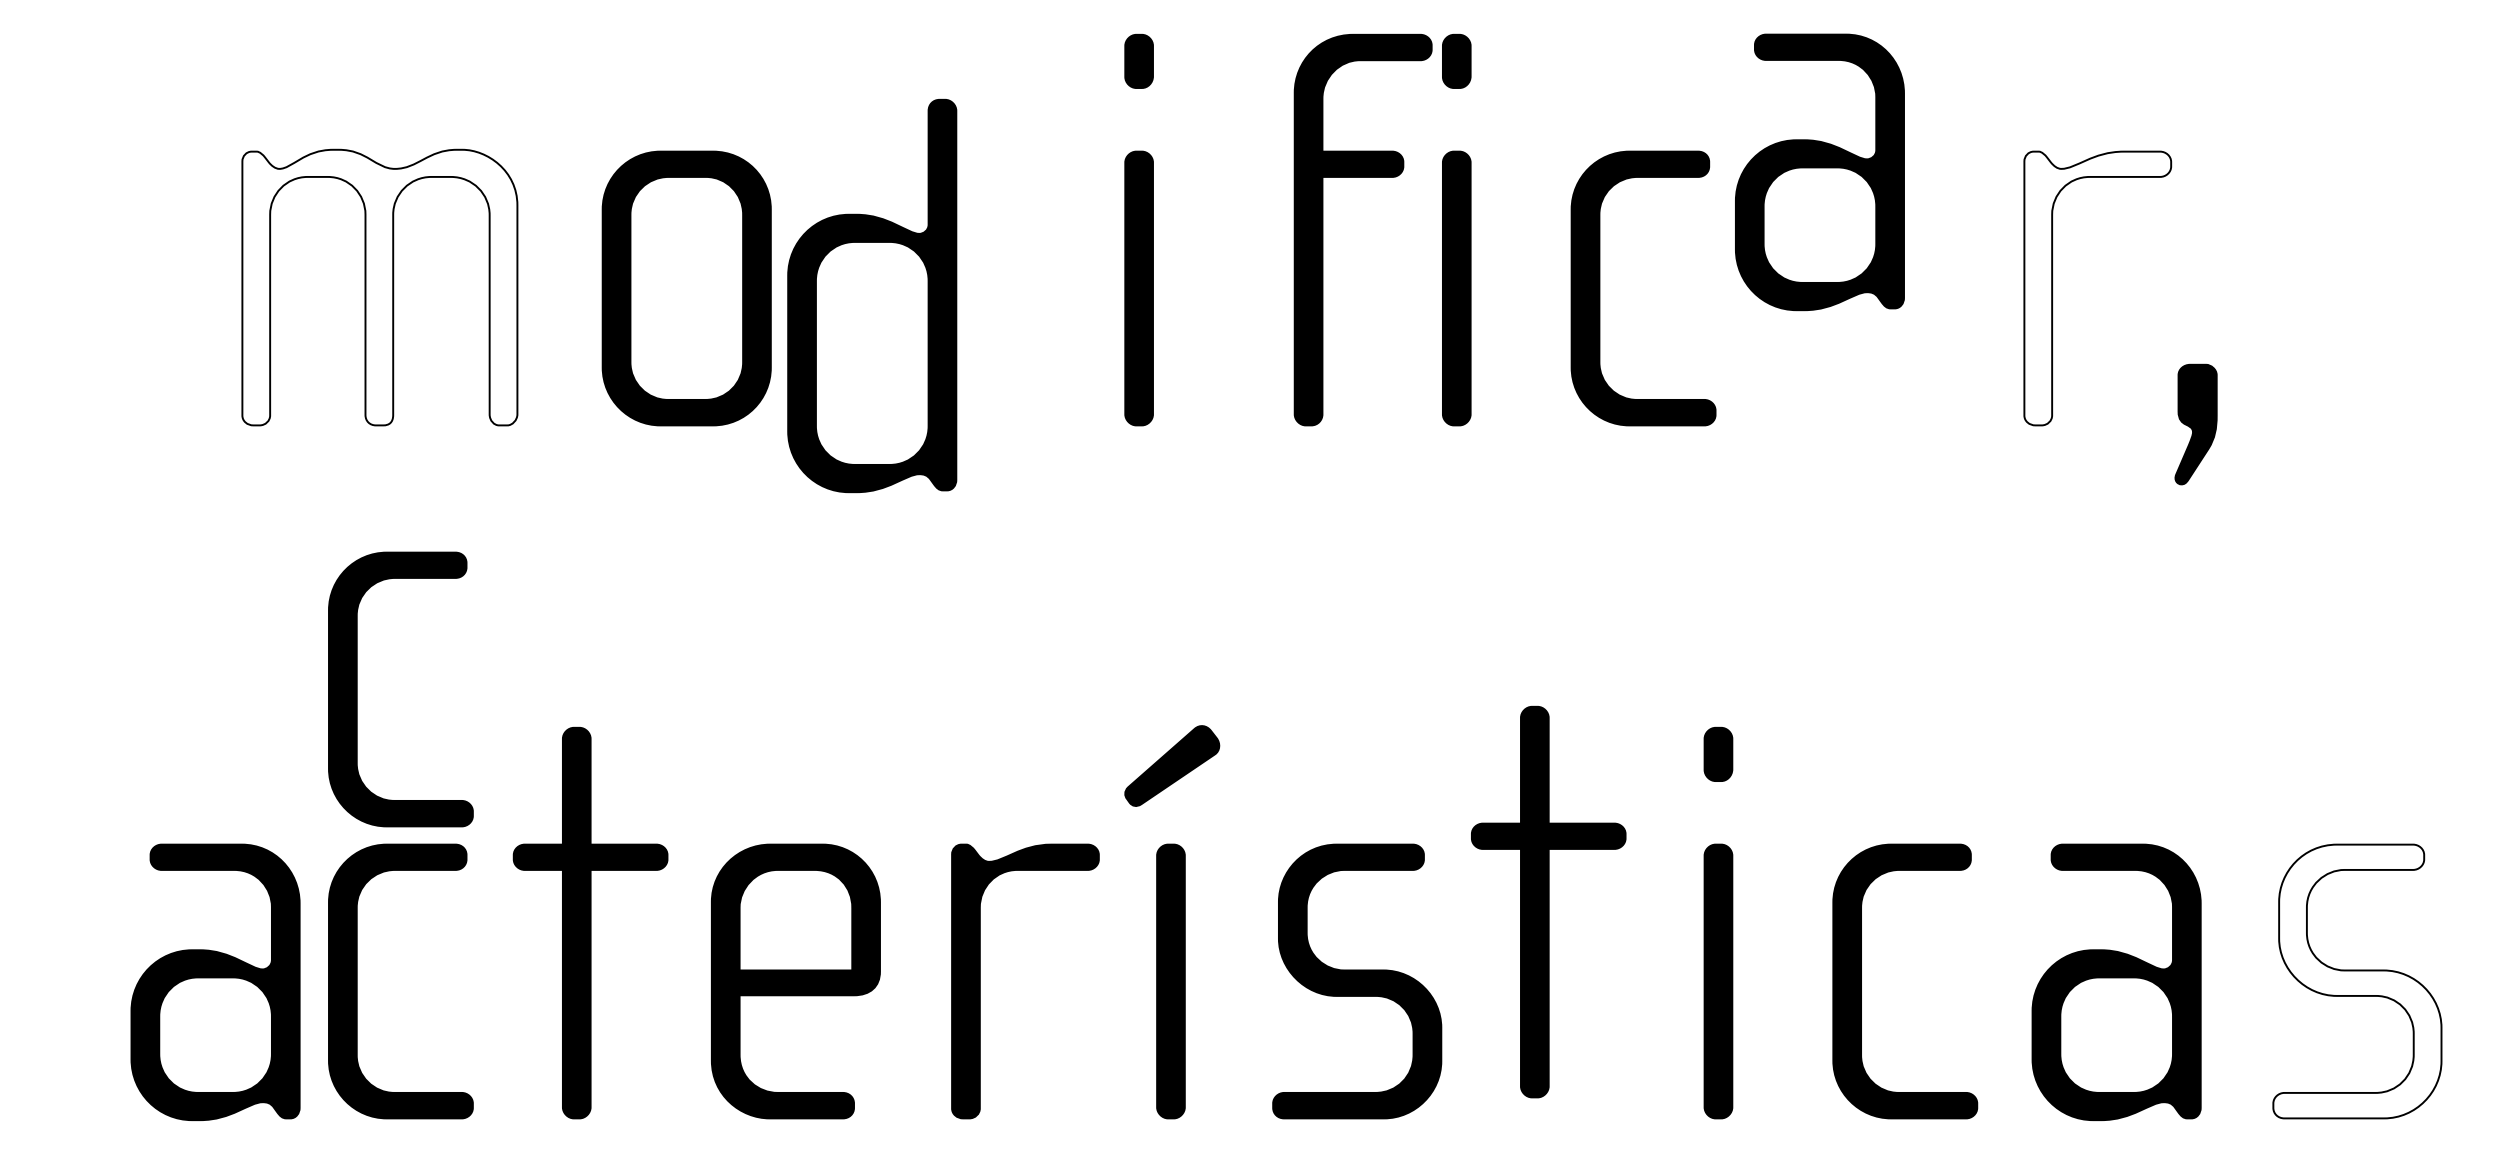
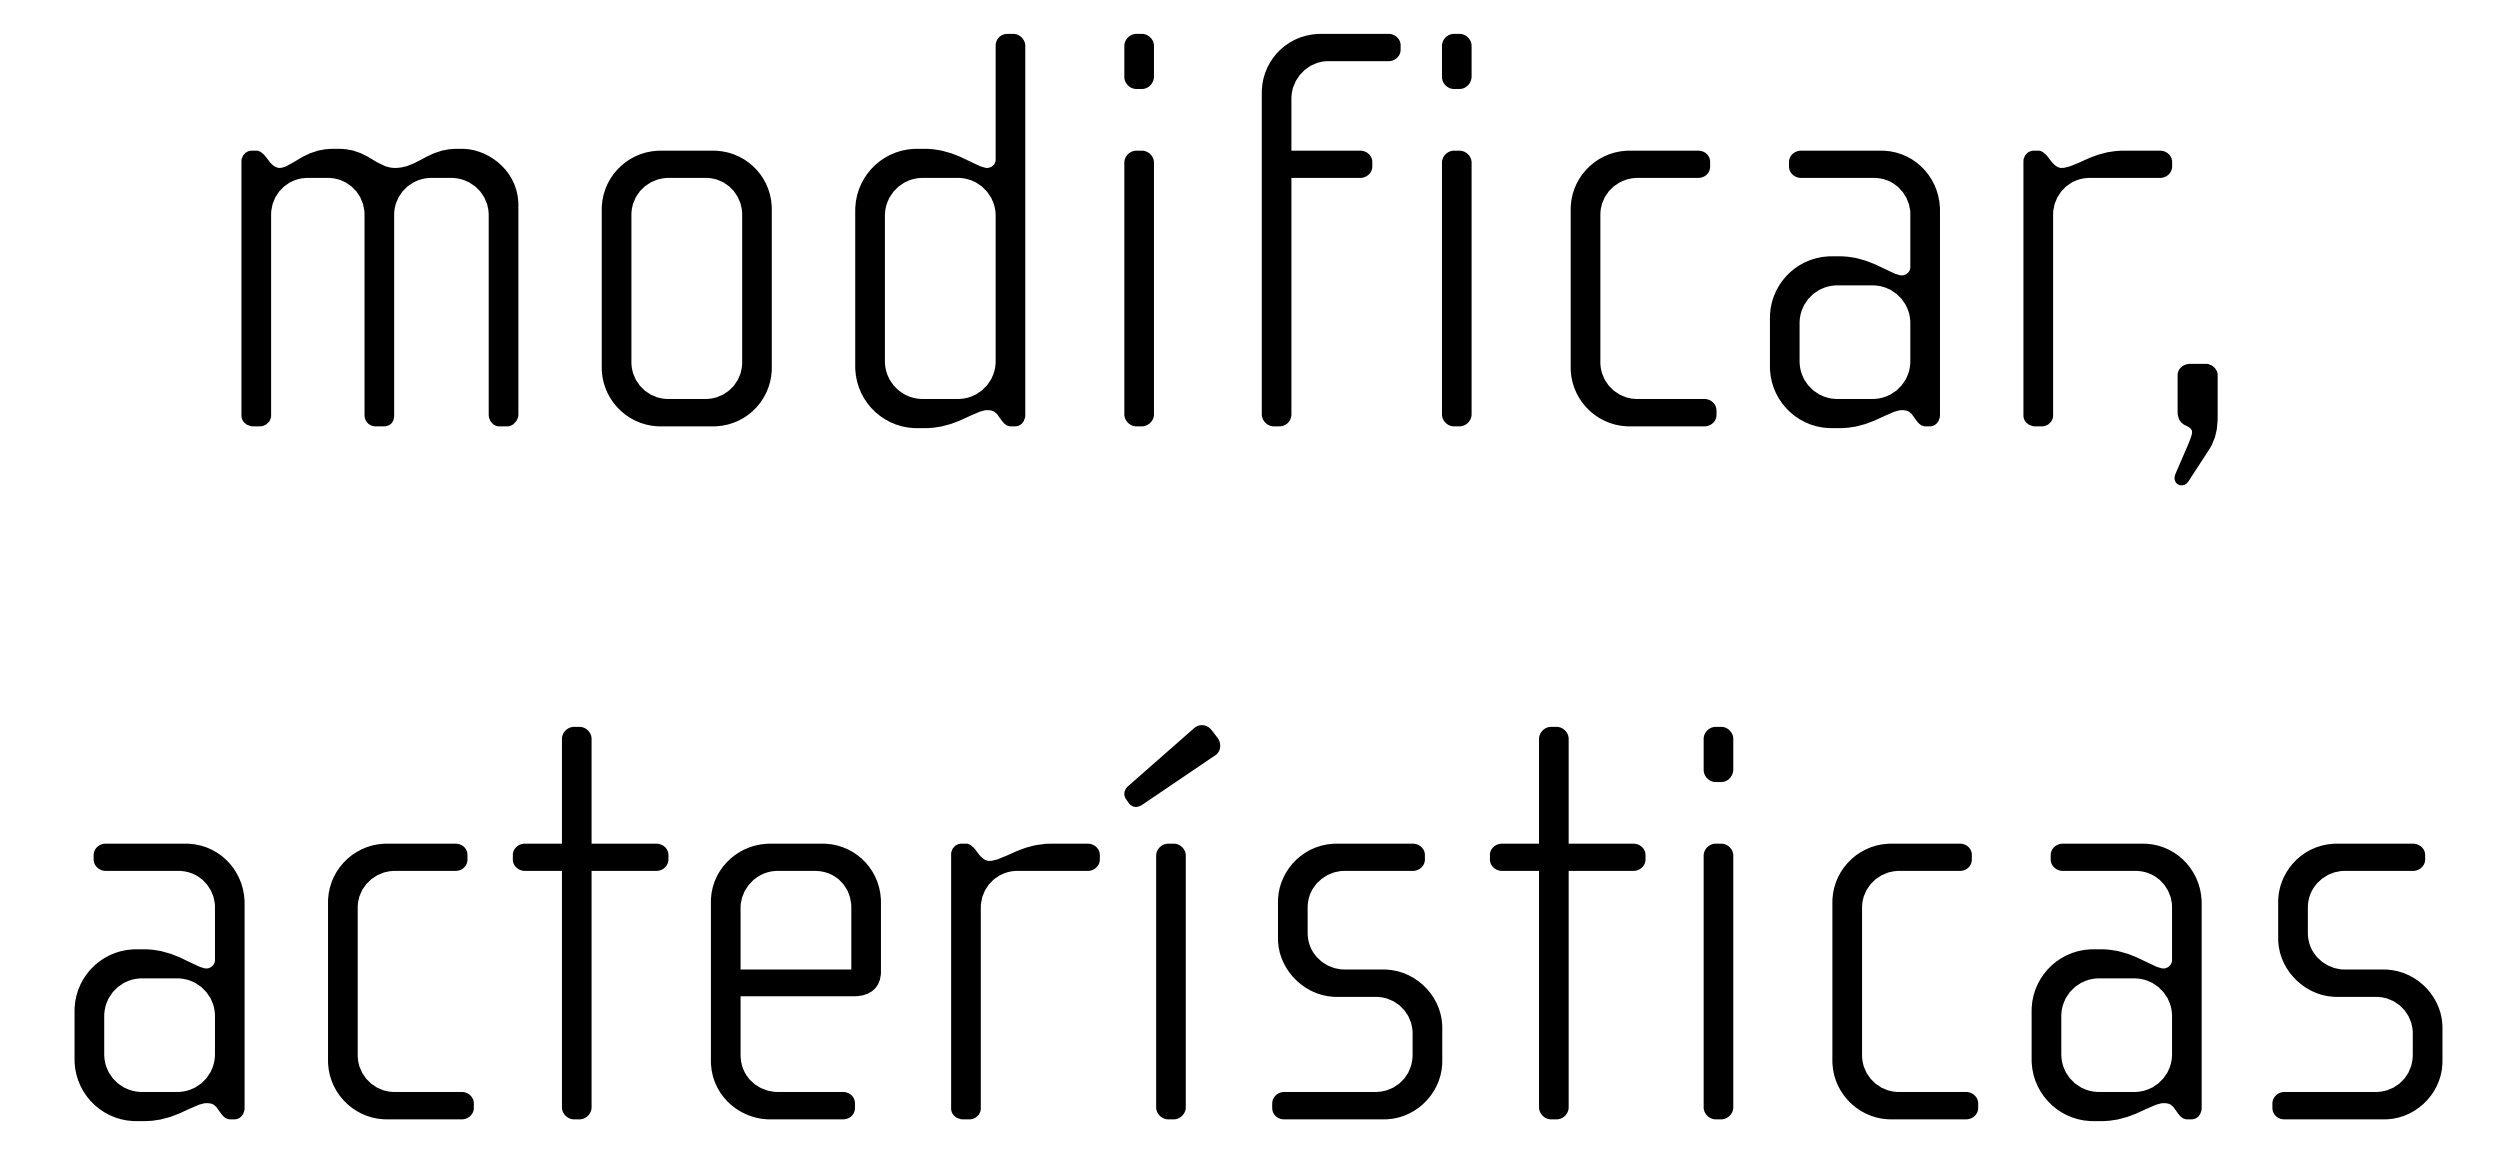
part at (1819, 172) position: (1819, 172) -> (1854, 289)
part at (1323, 229) position: (1323, 229) -> (1291, 229)
fill at (379, 287): none -> present
fill at (2097, 288): none -> present
part at (872, 295) position: (872, 295) -> (940, 230)
part at (357, 689): present -> none
part at (1548, 901) position: (1548, 901) -> (1567, 922)
part at (215, 981) position: (215, 981) -> (159, 981)
fill at (2357, 981): none -> present
